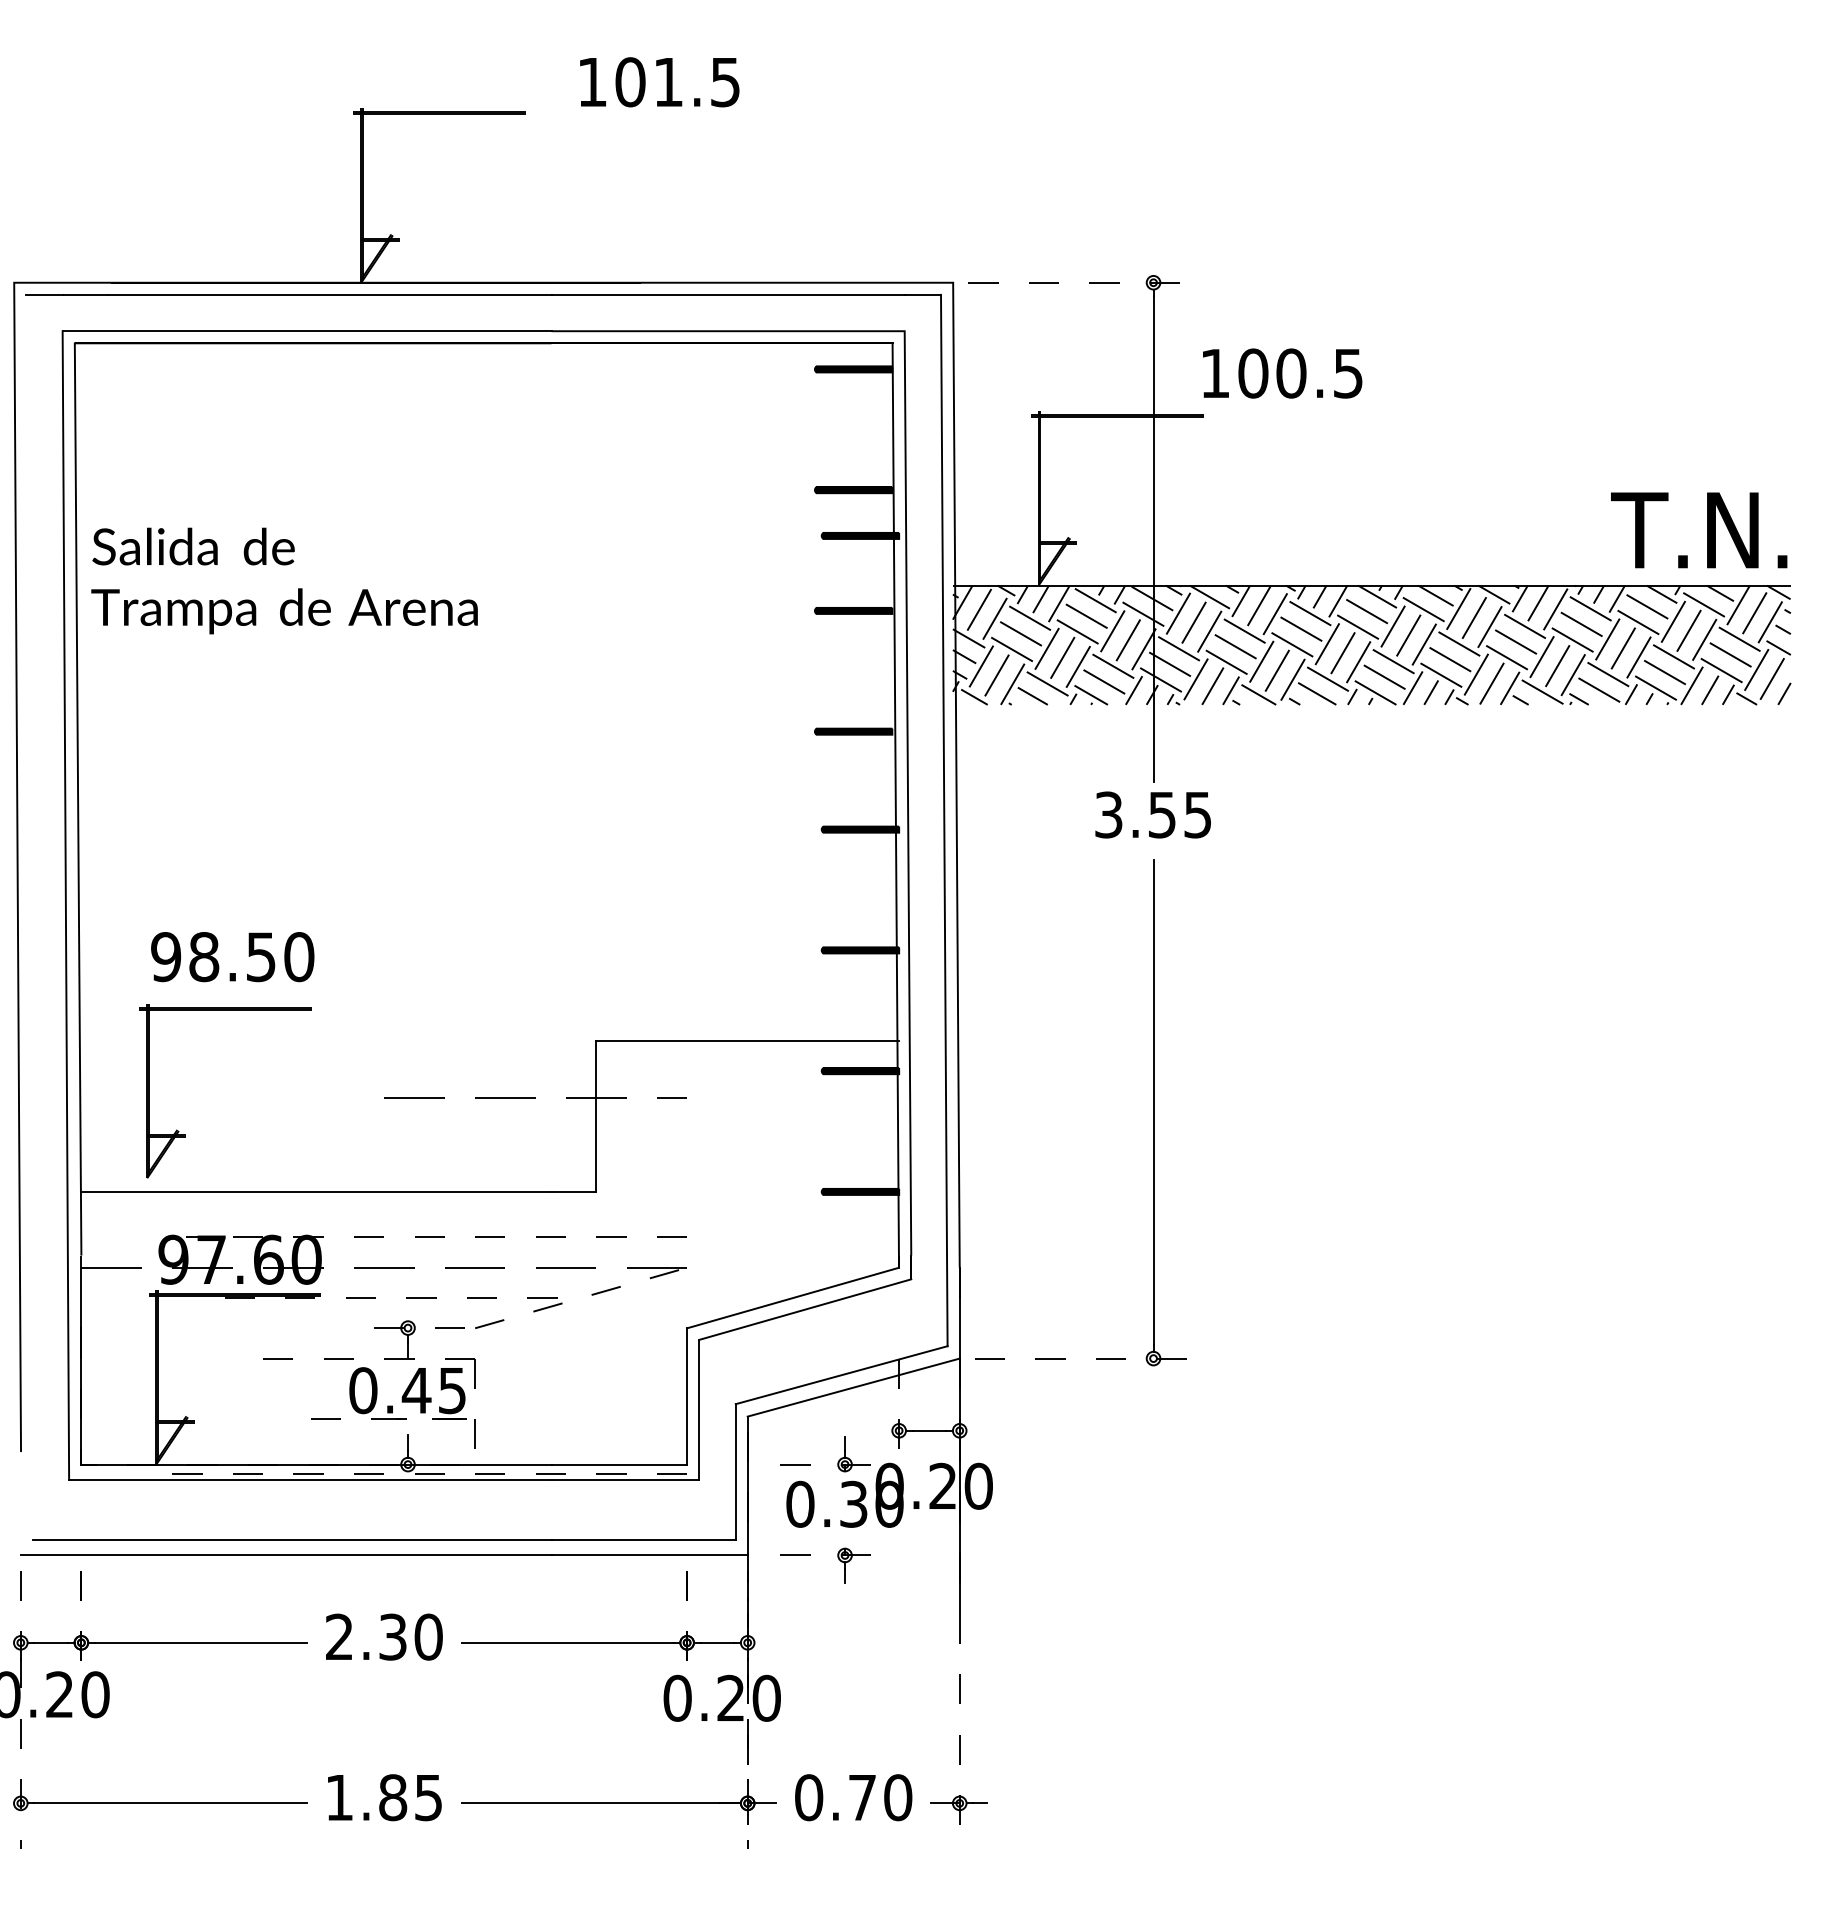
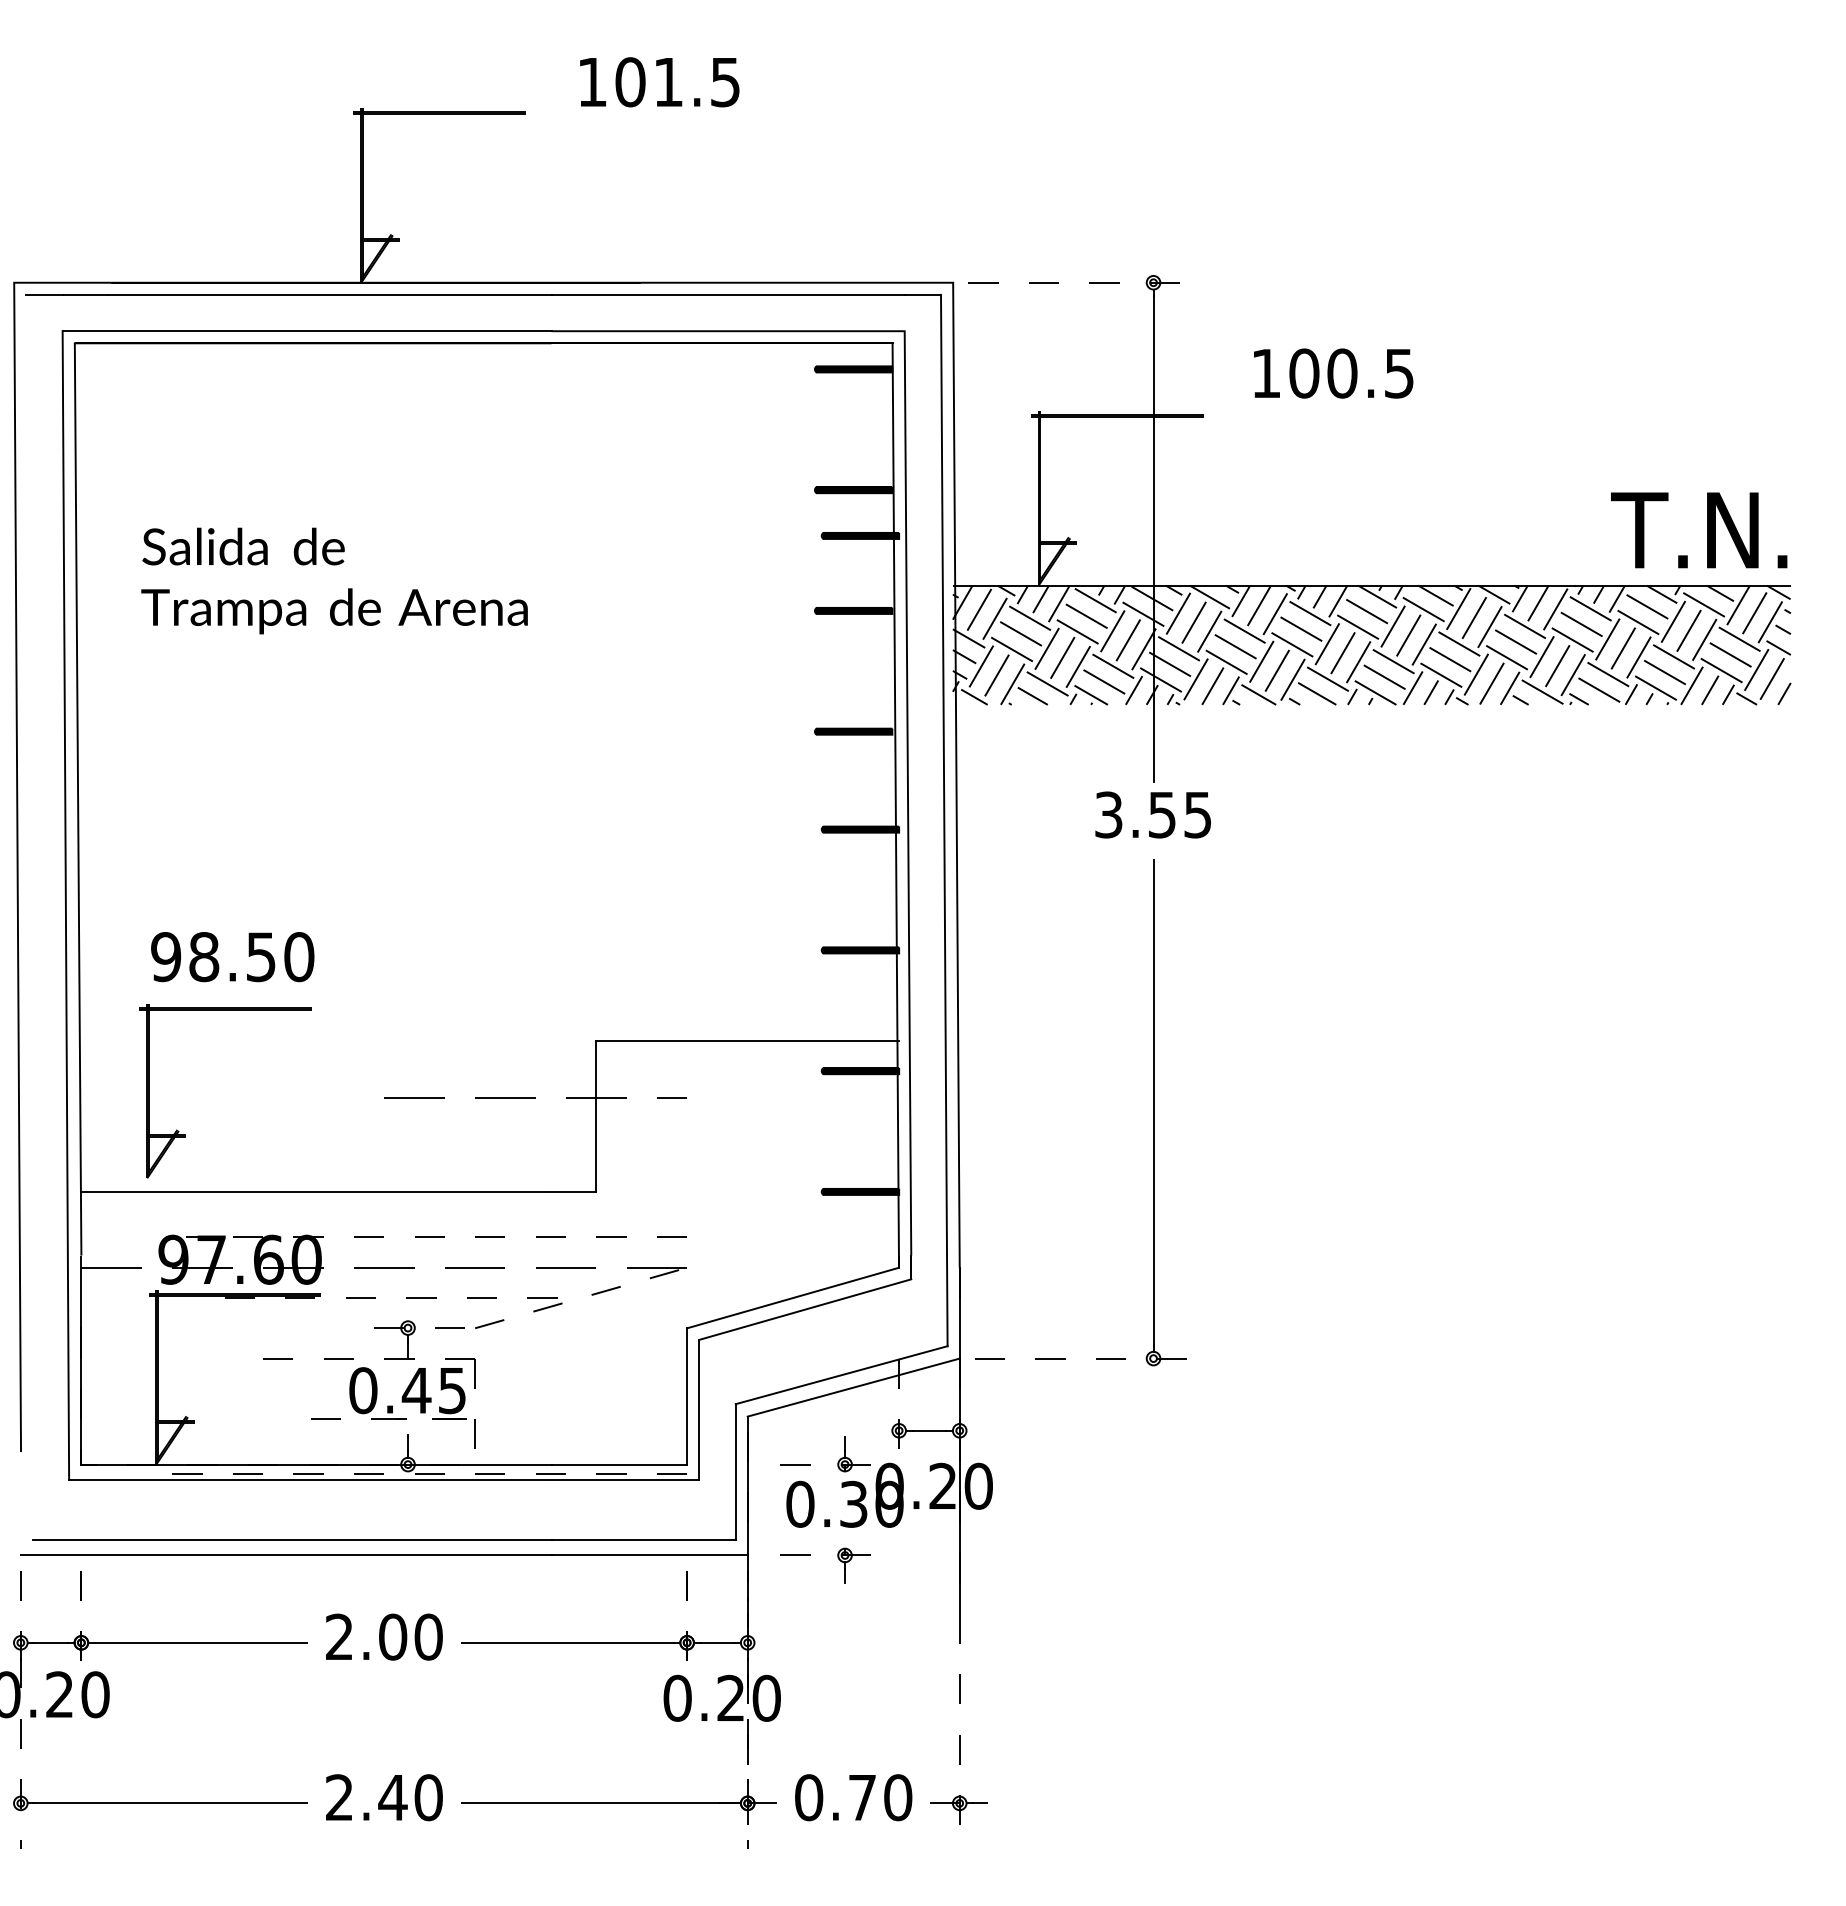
text at (1282, 373) position: (1282, 373) -> (1333, 373)
text at (284, 580) position: (284, 580) -> (334, 580)
text at (393, 1636): 2.30 -> 2.00
text at (384, 1797): 1.85 -> 2.40
